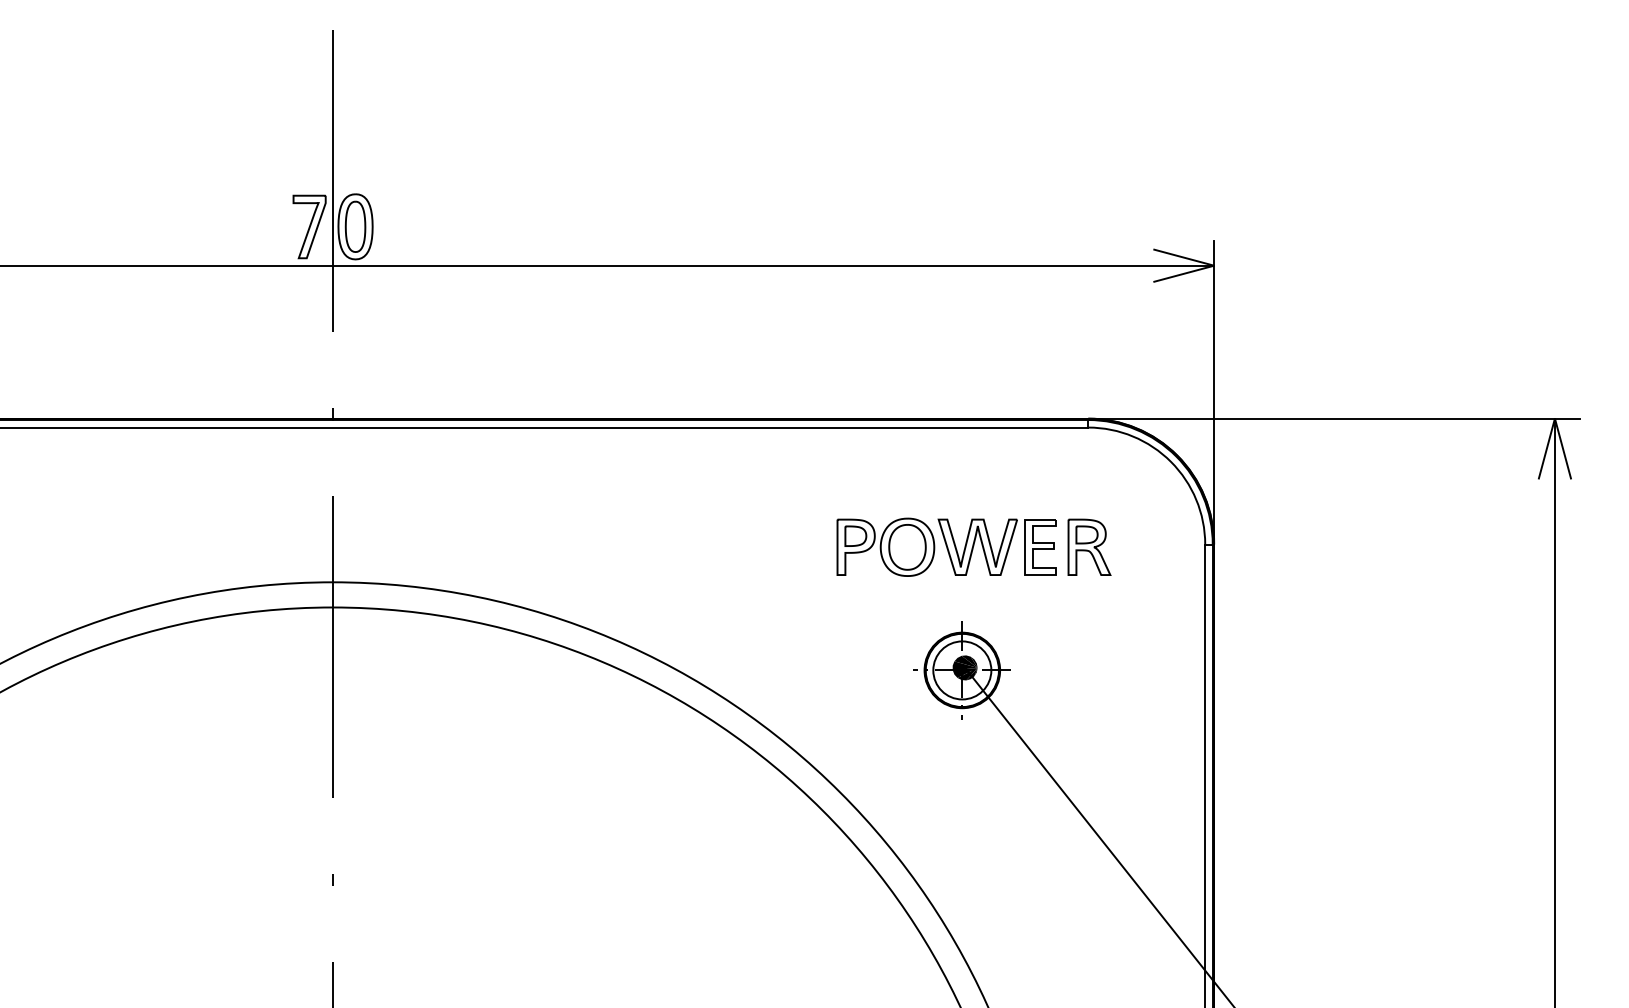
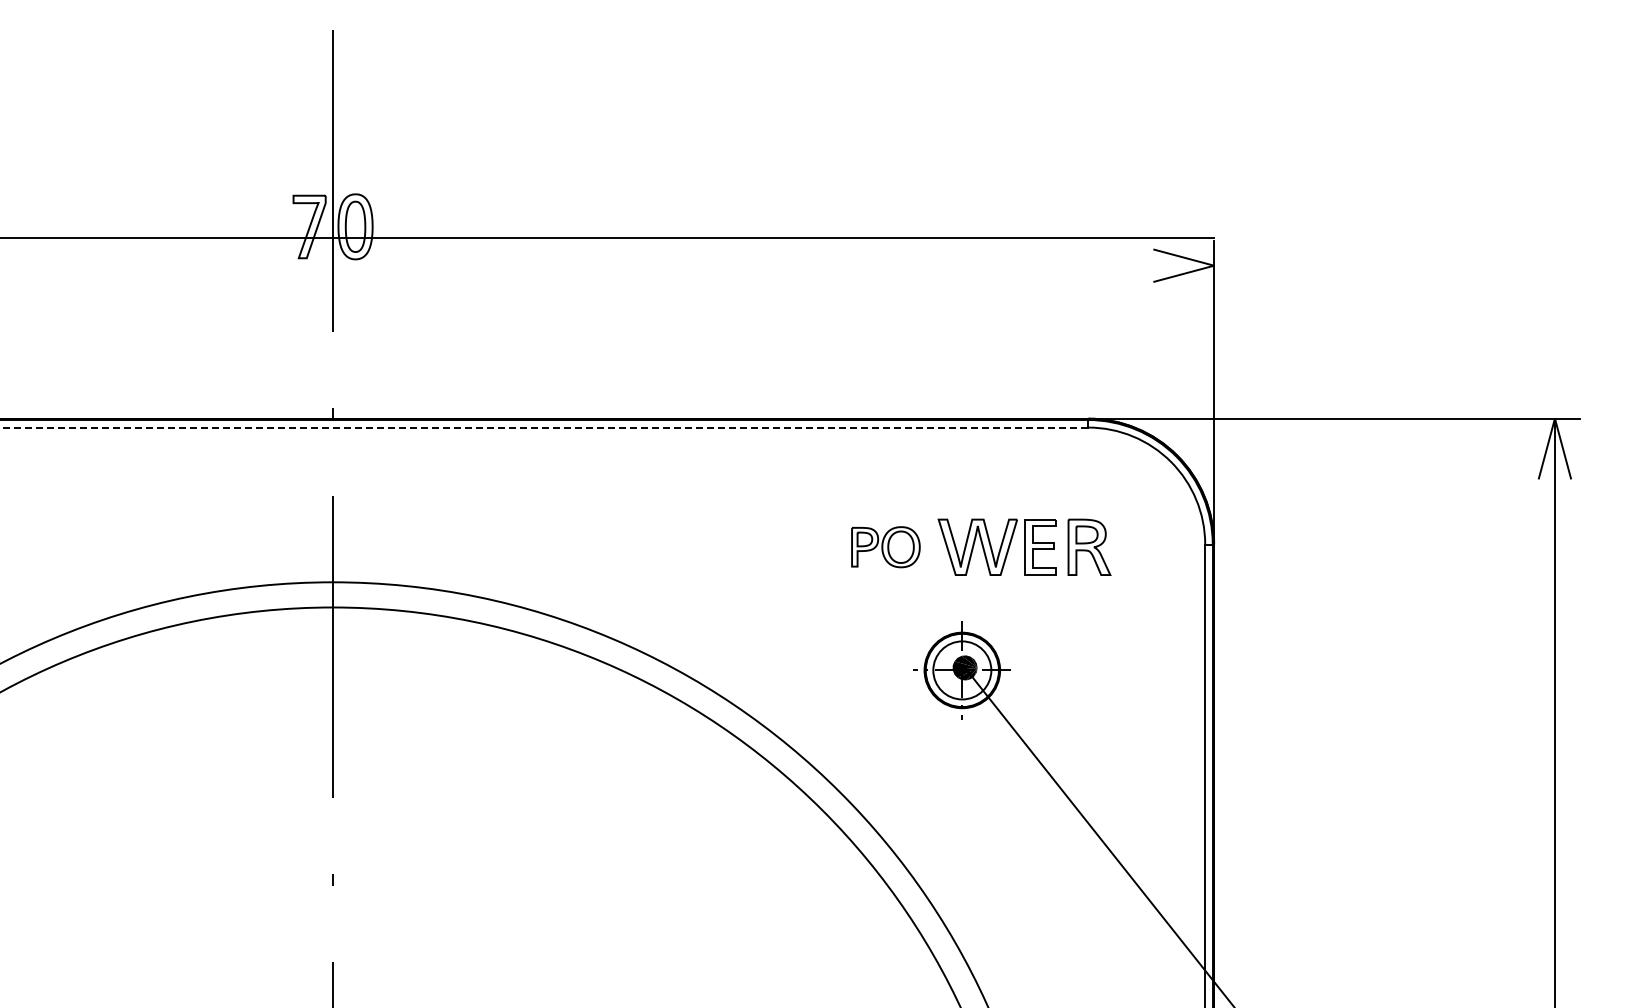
line at (608, 265) position: (608, 265) -> (608, 237)
line at (544, 427): solid -> dashed
part at (885, 546) size: 100x60 px -> 70x43 px
